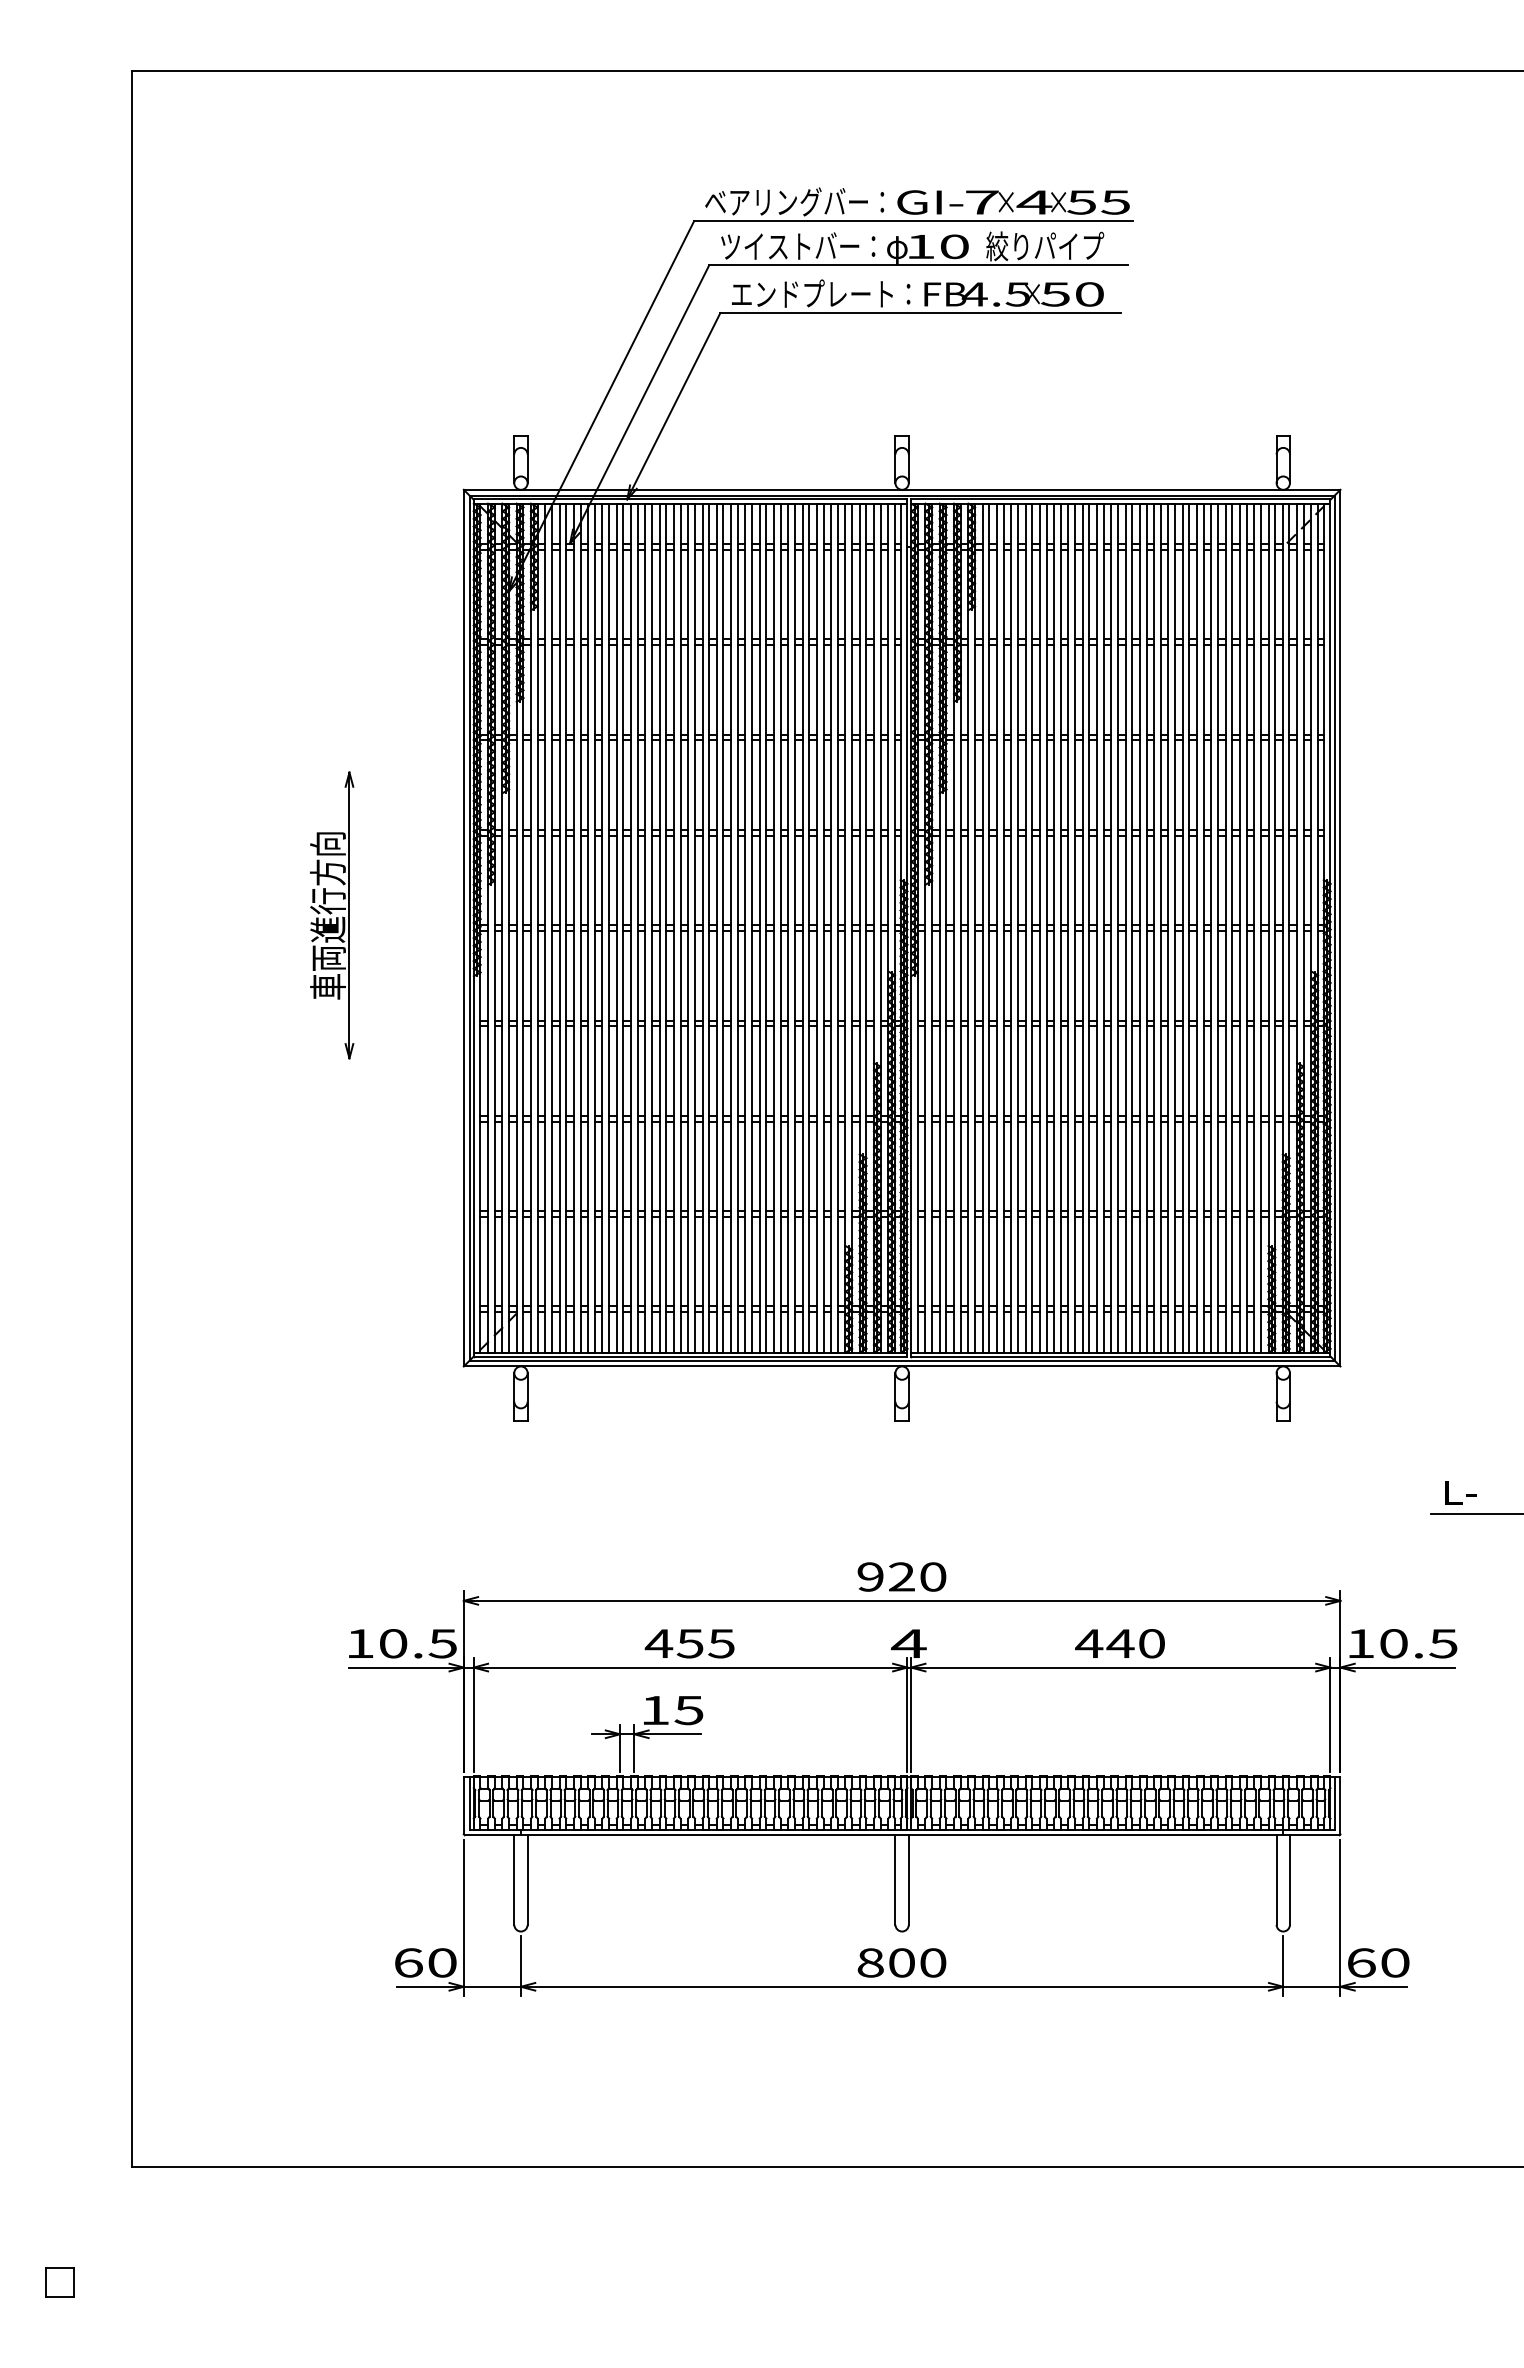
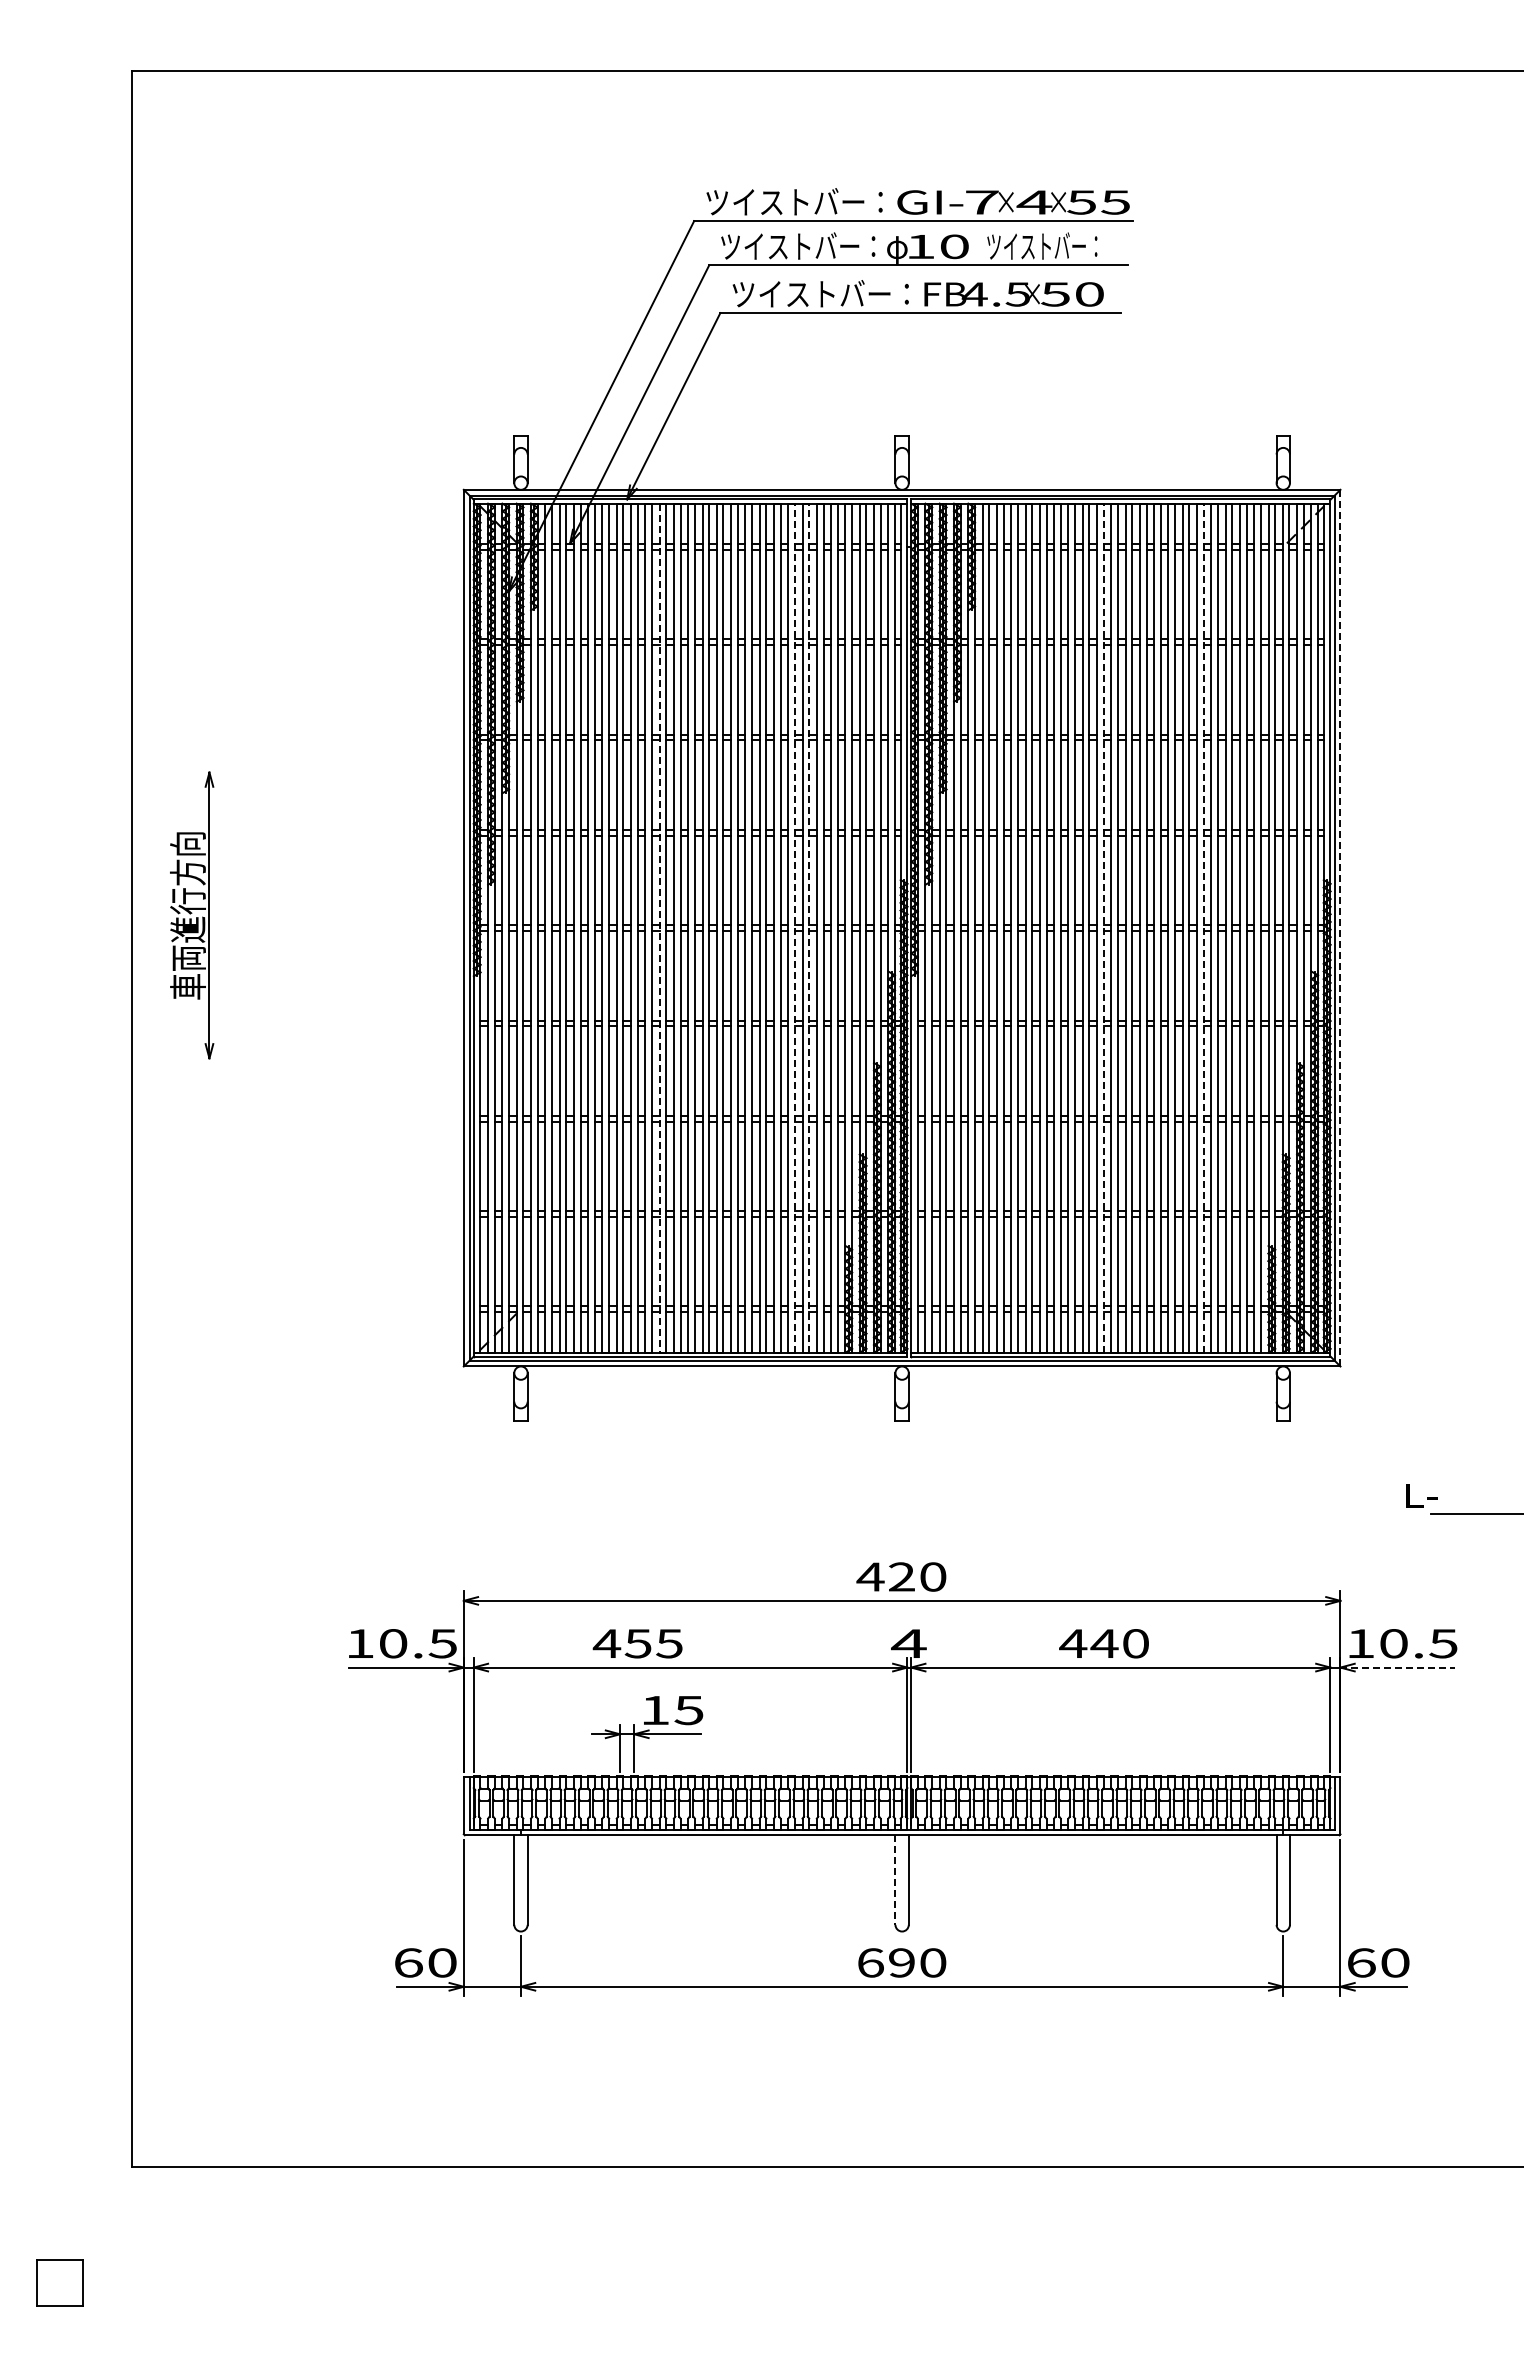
text at (794, 201): ベアリングバー： -> ツイストバー：
text at (1045, 246): 絞りパイプ -> ツイストバー：
text at (821, 293): エンドプレート： -> ツイストバー：
part at (332, 915) position: (332, 915) -> (192, 915)
line at (1340, 927): solid -> dashed
line at (659, 928): solid -> dashed
line at (794, 928): solid -> dashed
line at (809, 928): solid -> dashed
line at (1103, 928): solid -> dashed
line at (1203, 928): solid -> dashed
text at (1460, 1492) position: (1460, 1492) -> (1421, 1495)
text at (870, 1576): 920 -> 420
text at (689, 1643) position: (689, 1643) -> (637, 1643)
text at (1119, 1643) position: (1119, 1643) -> (1103, 1643)
line at (1398, 1667): solid -> dashed
line at (895, 1880): solid -> dashed
text at (885, 1962): 800 -> 690
part at (59, 2282) size: 30x31 px -> 48x48 px
